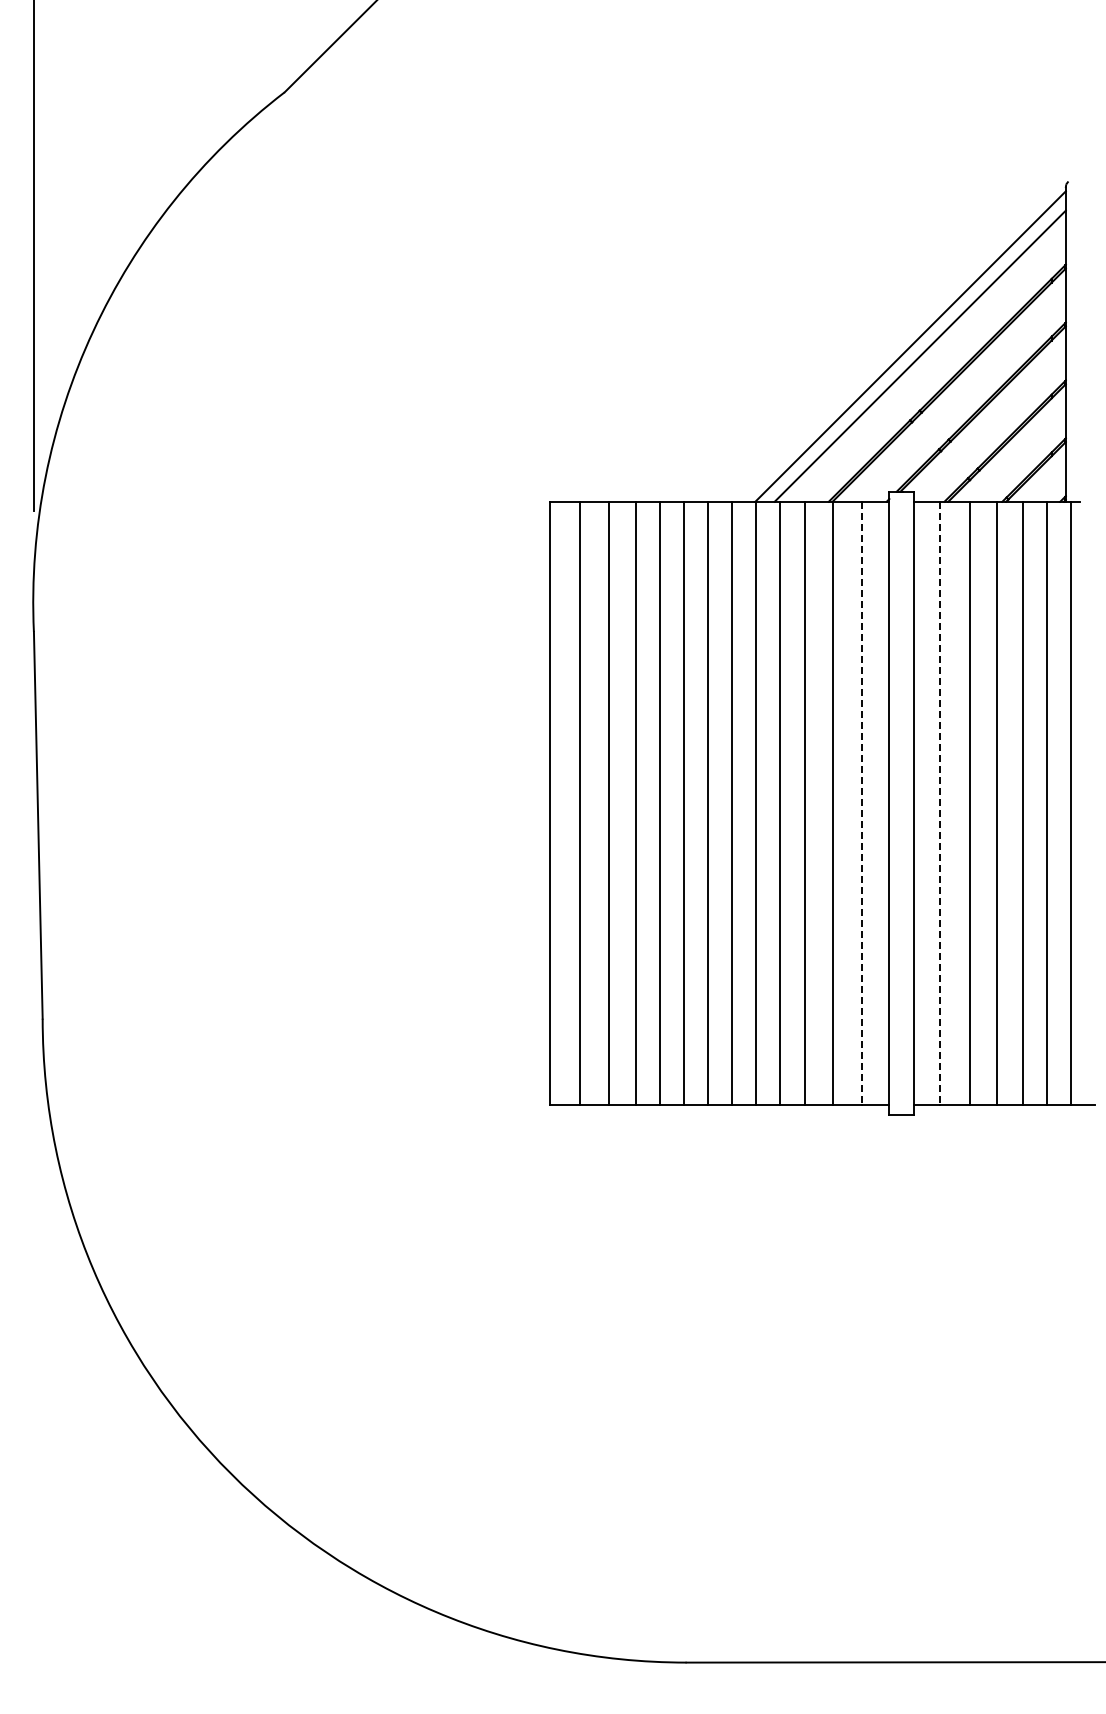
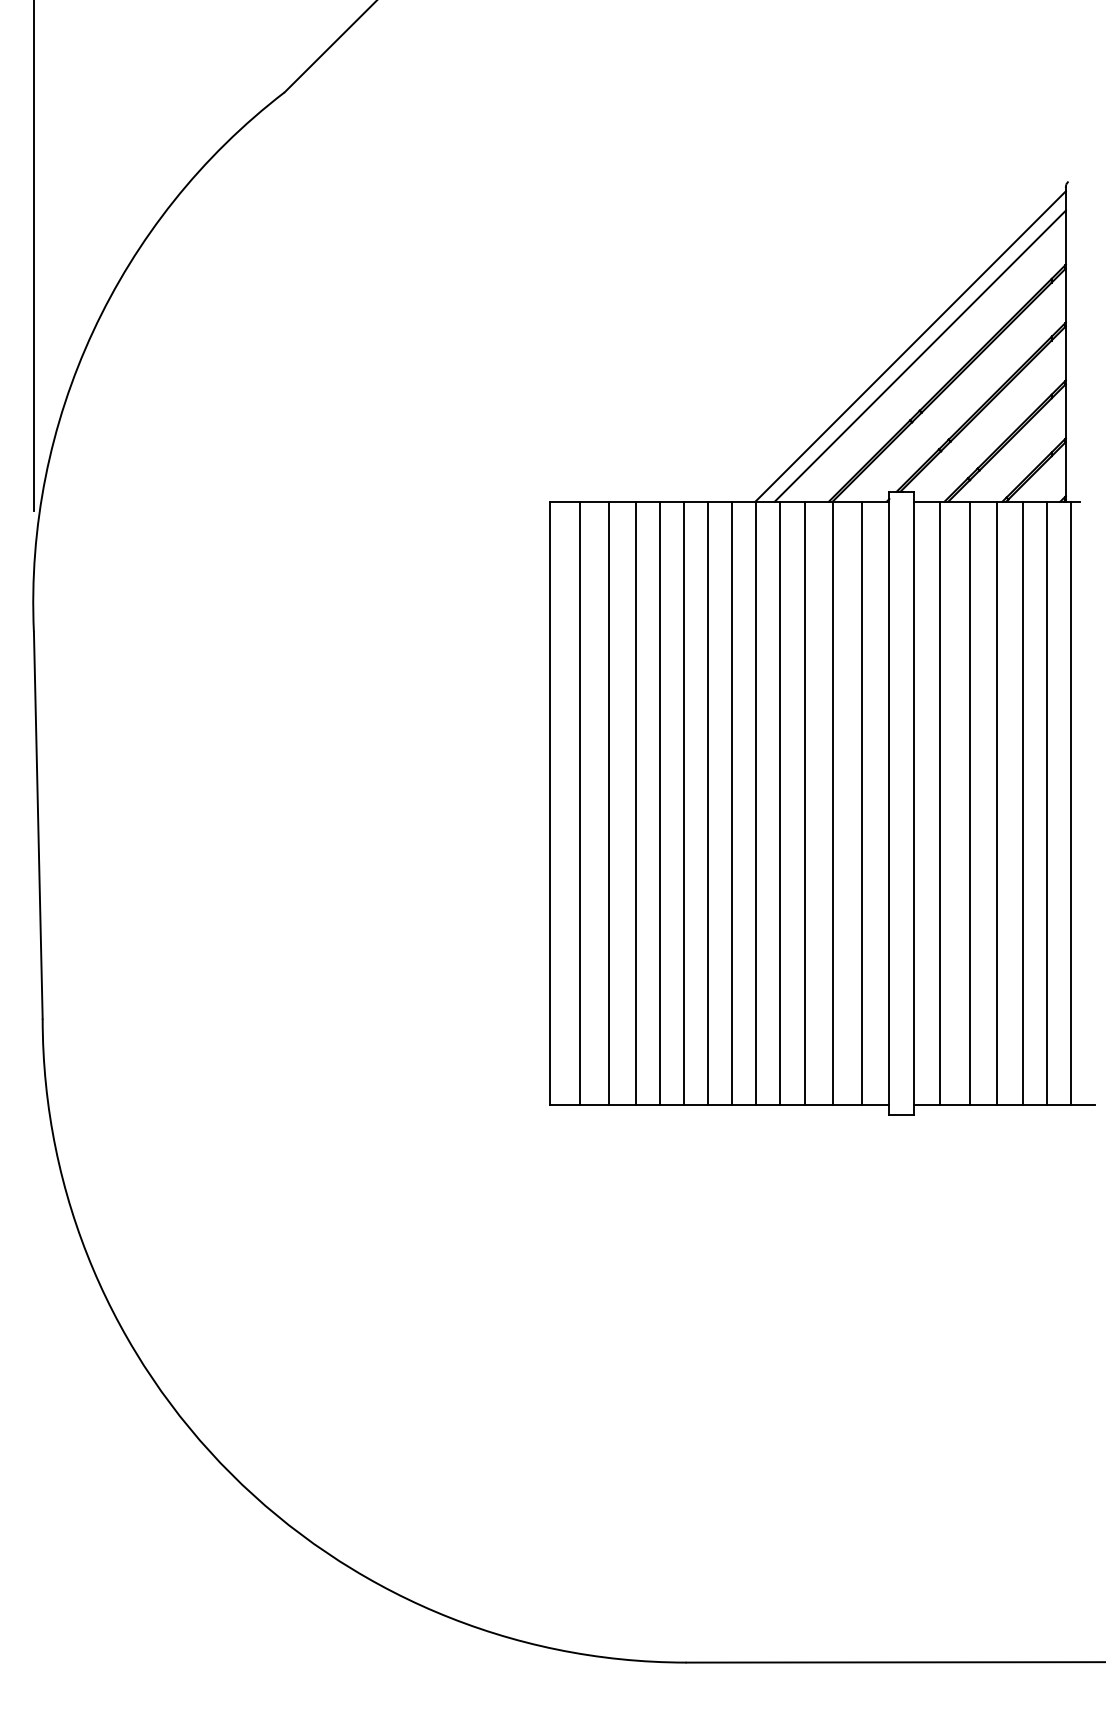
line at (862, 803): dashed -> solid
line at (940, 803): dashed -> solid
